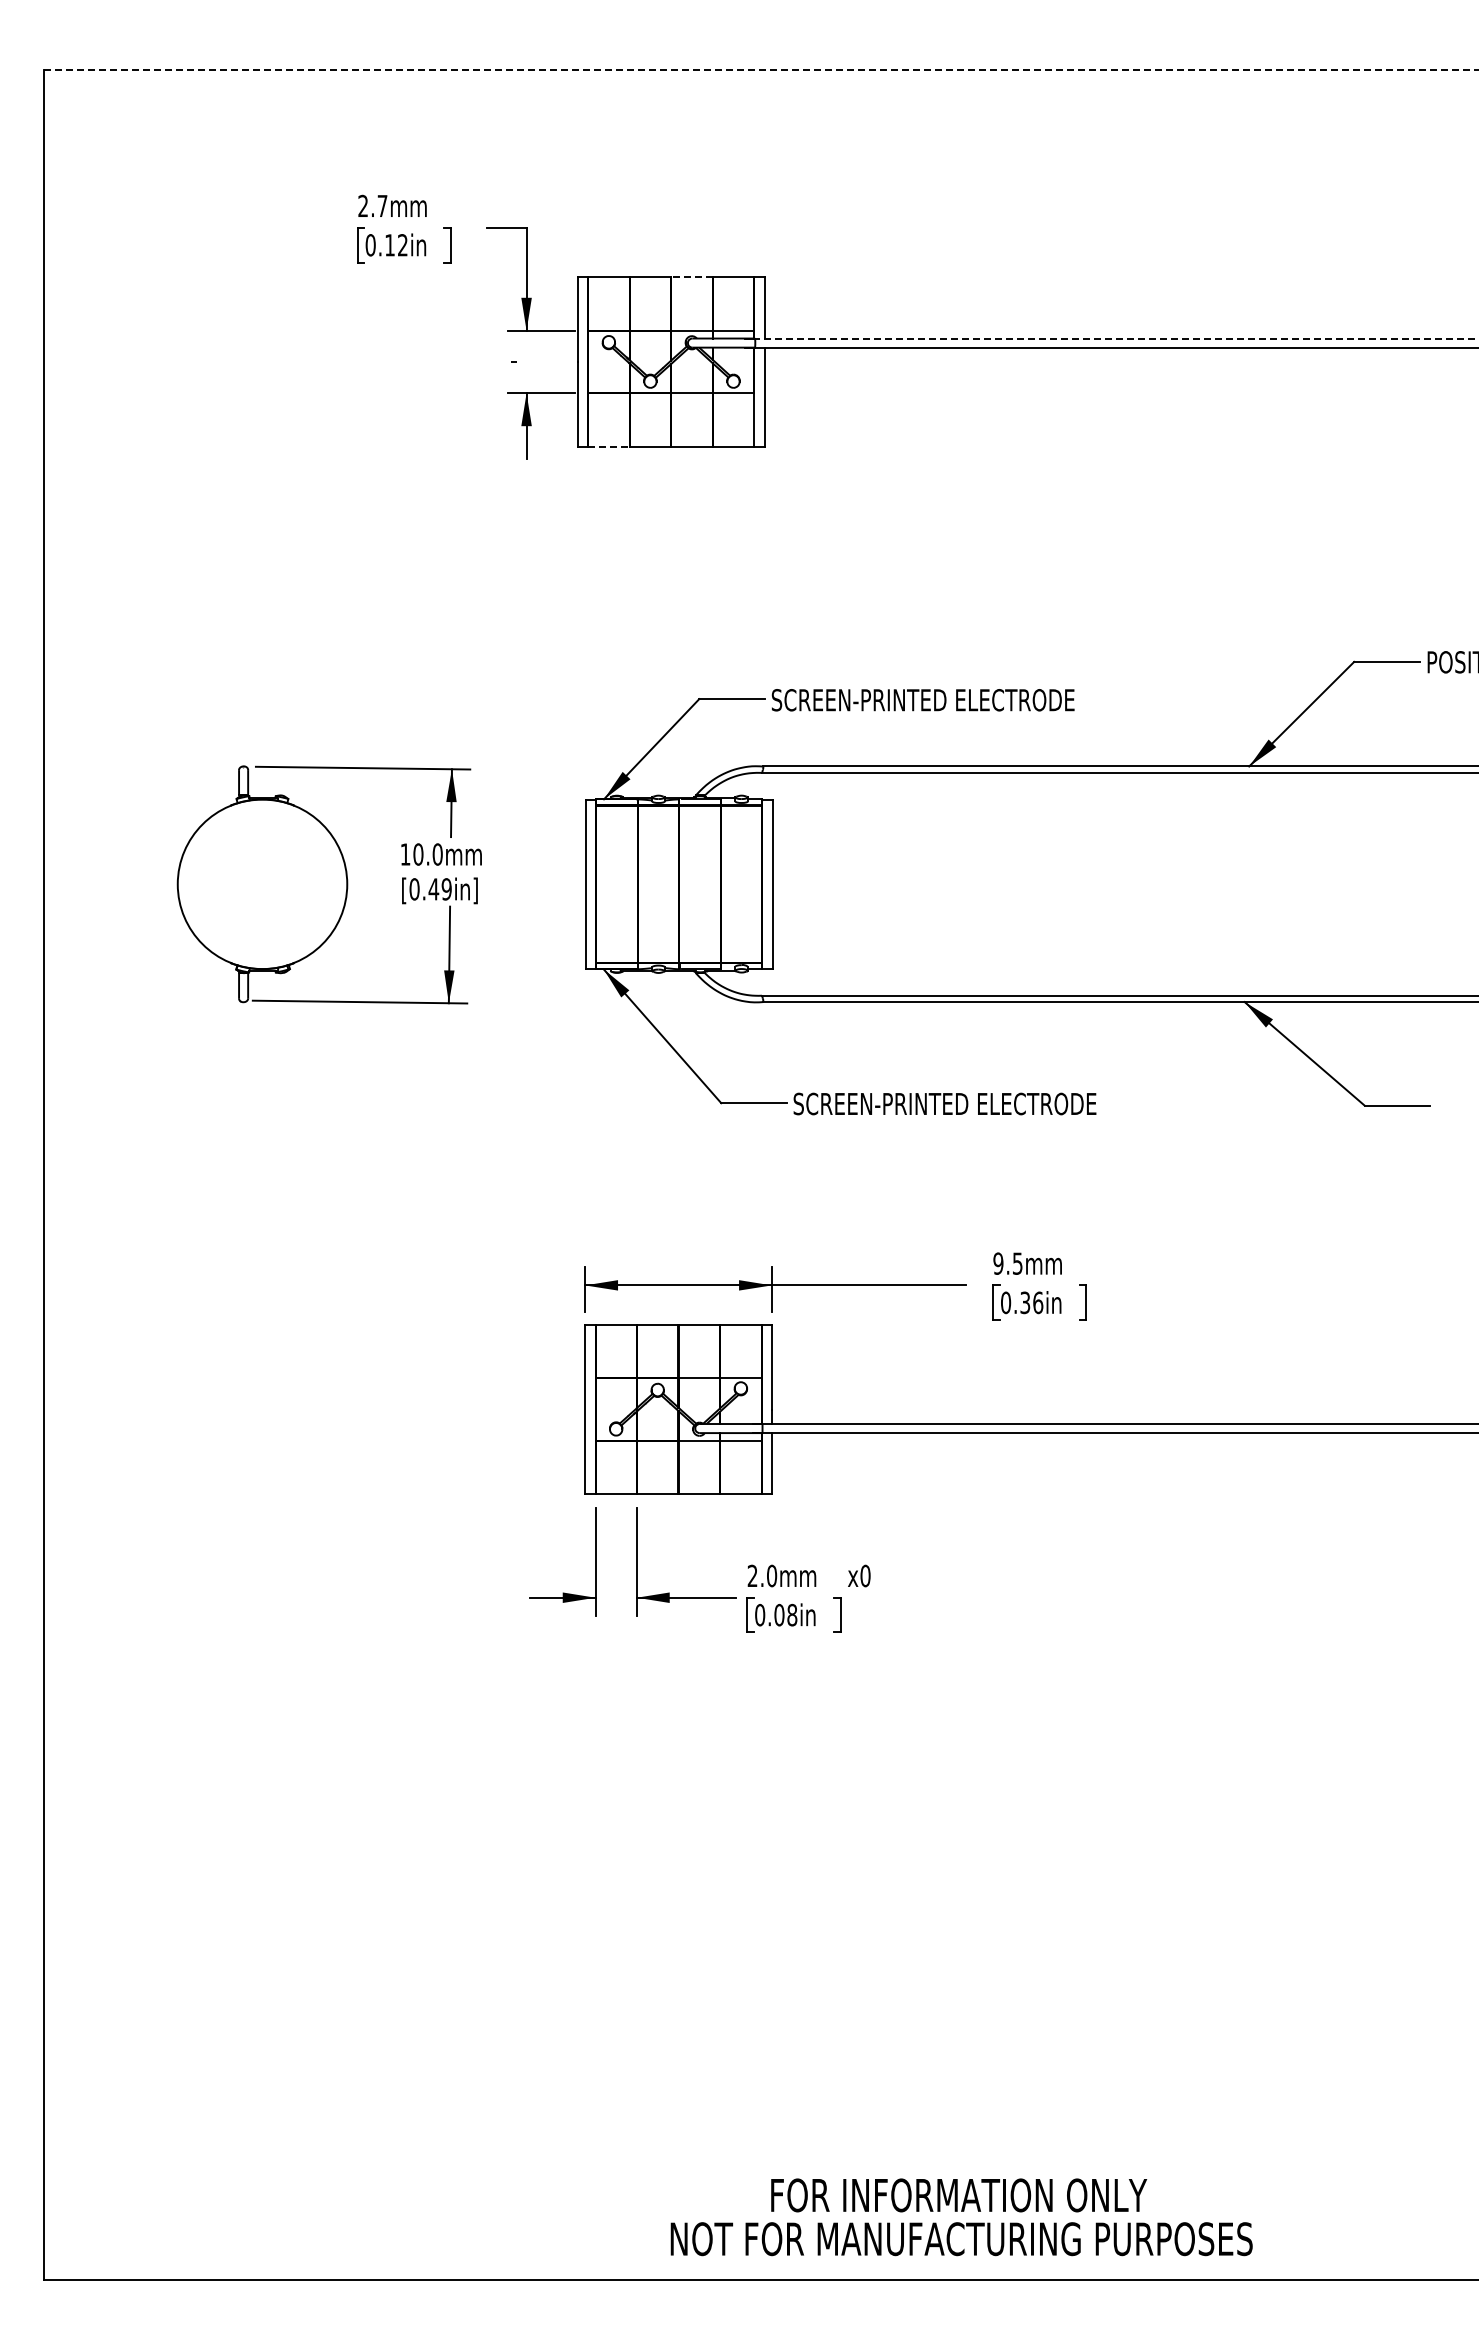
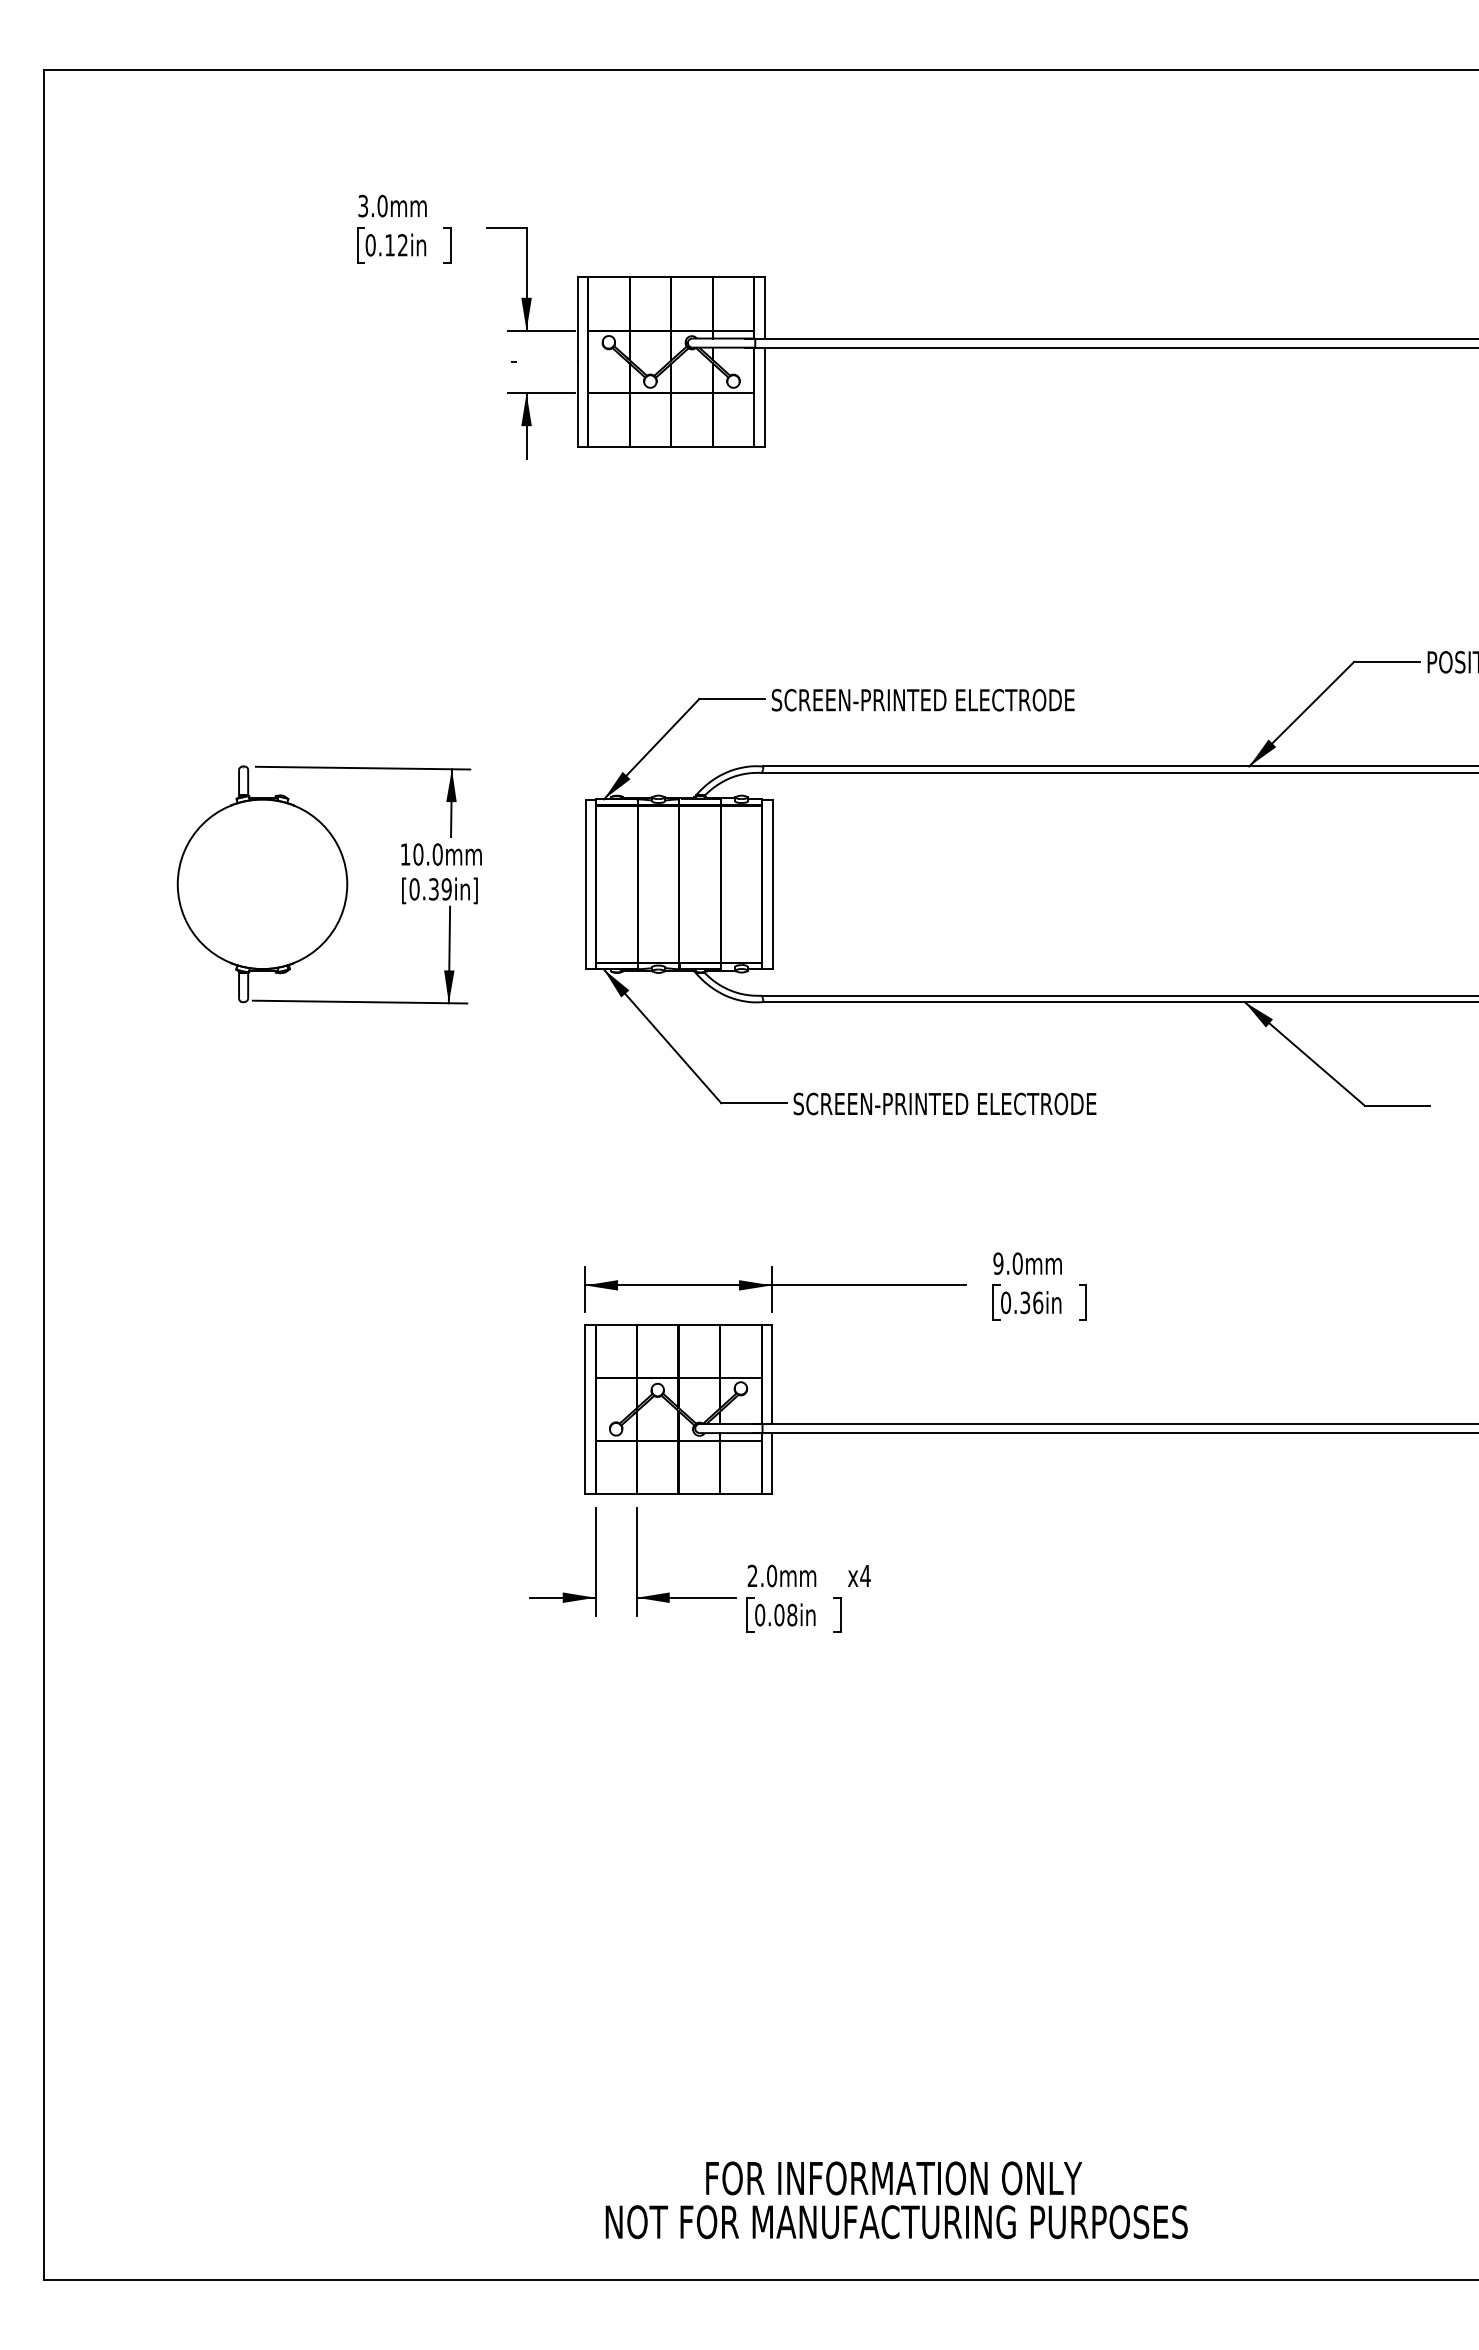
line at (761, 70): dashed -> solid
text at (372, 205): 2.7mm -> 3.0mm
line at (692, 277): dashed -> solid
line at (1116, 338): dashed -> solid
line at (608, 446): dashed -> solid
text at (433, 889): [0.49in] -> [0.39in]
text at (1017, 1263): 9.5mm -> 9.0mm
text at (865, 1575): x0 -> x4
text at (961, 2217) position: (961, 2217) -> (896, 2200)
